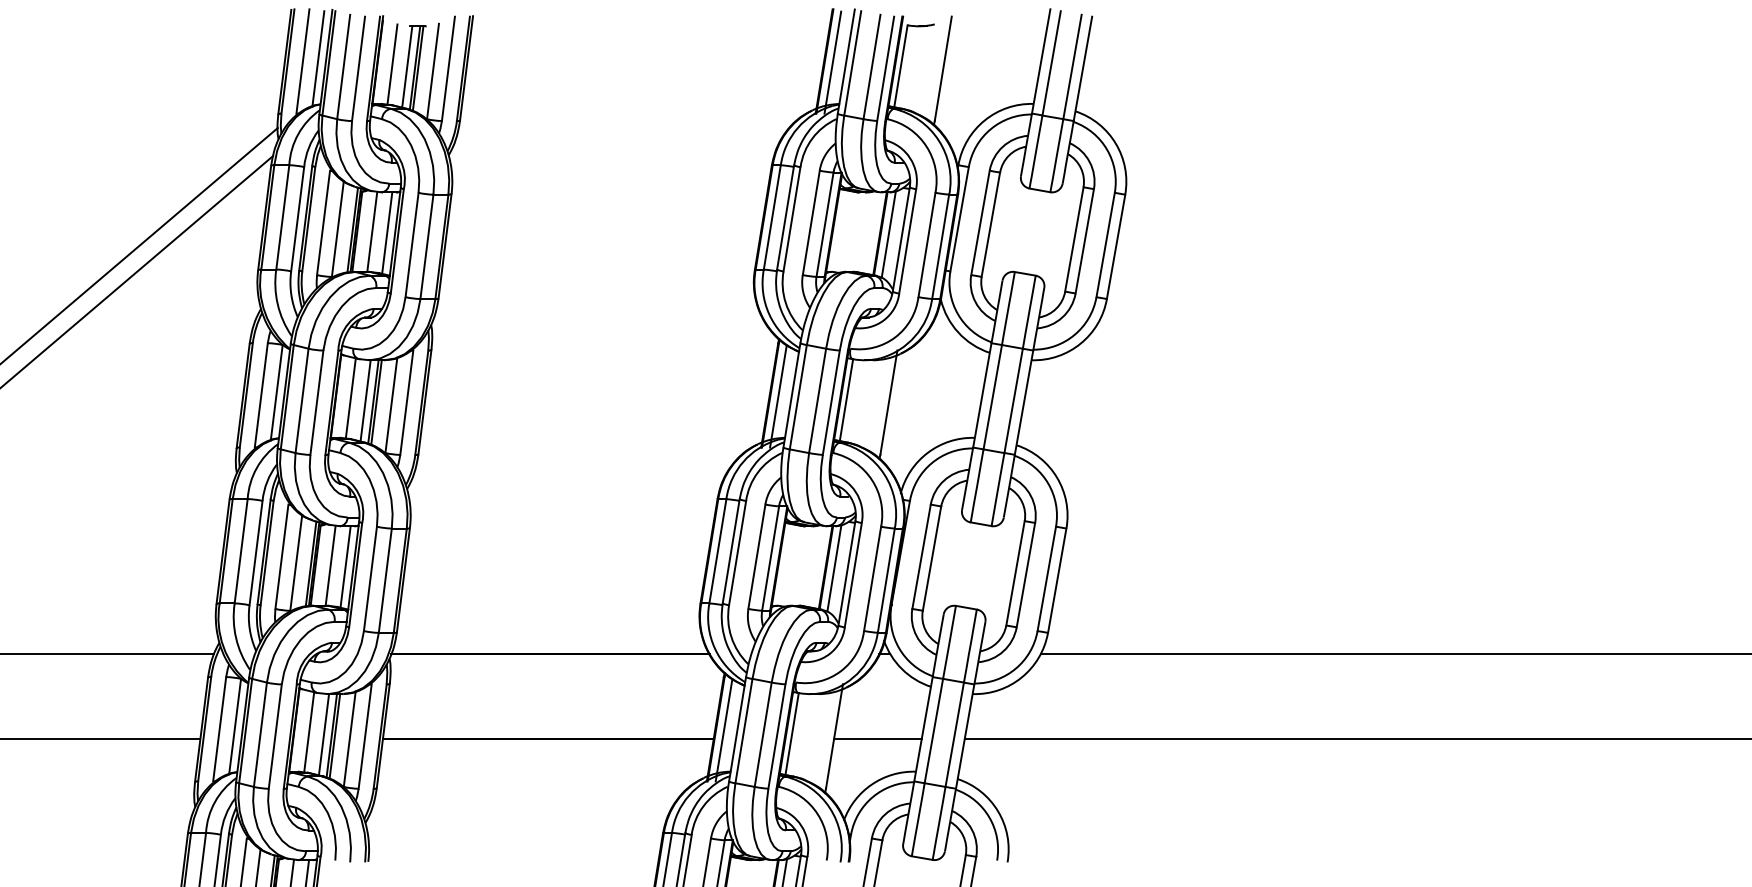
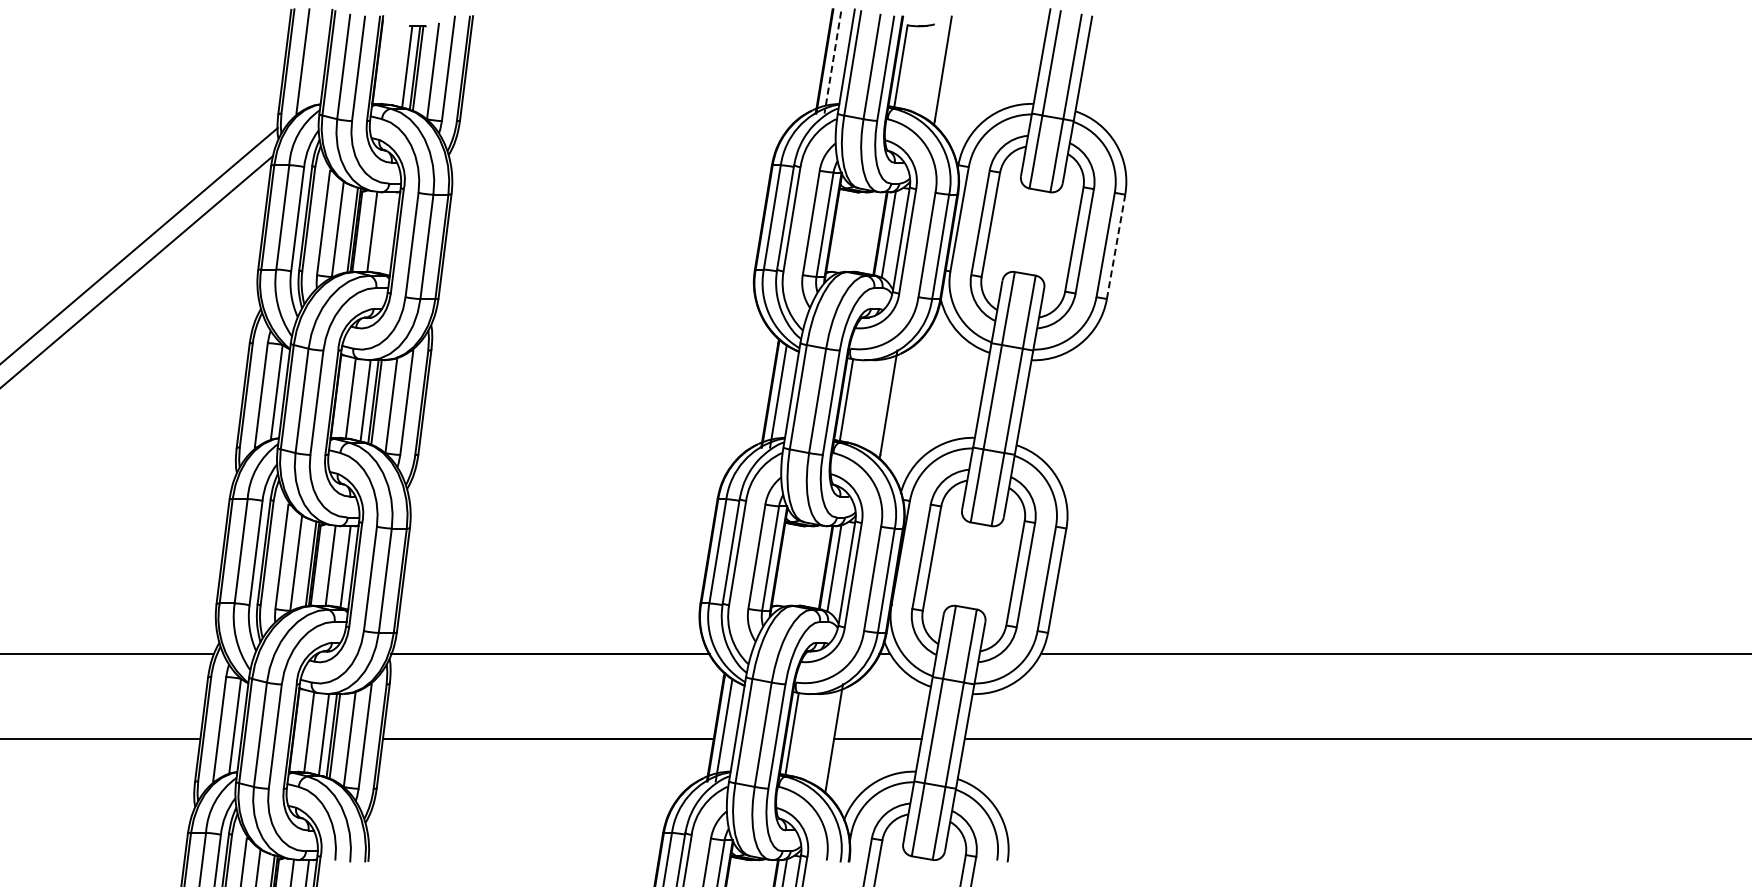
line at (318, 58): present -> none
line at (832, 62): solid -> dashed
line at (392, 64): present -> none
line at (387, 232): present -> none
line at (1116, 246): solid -> dashed
